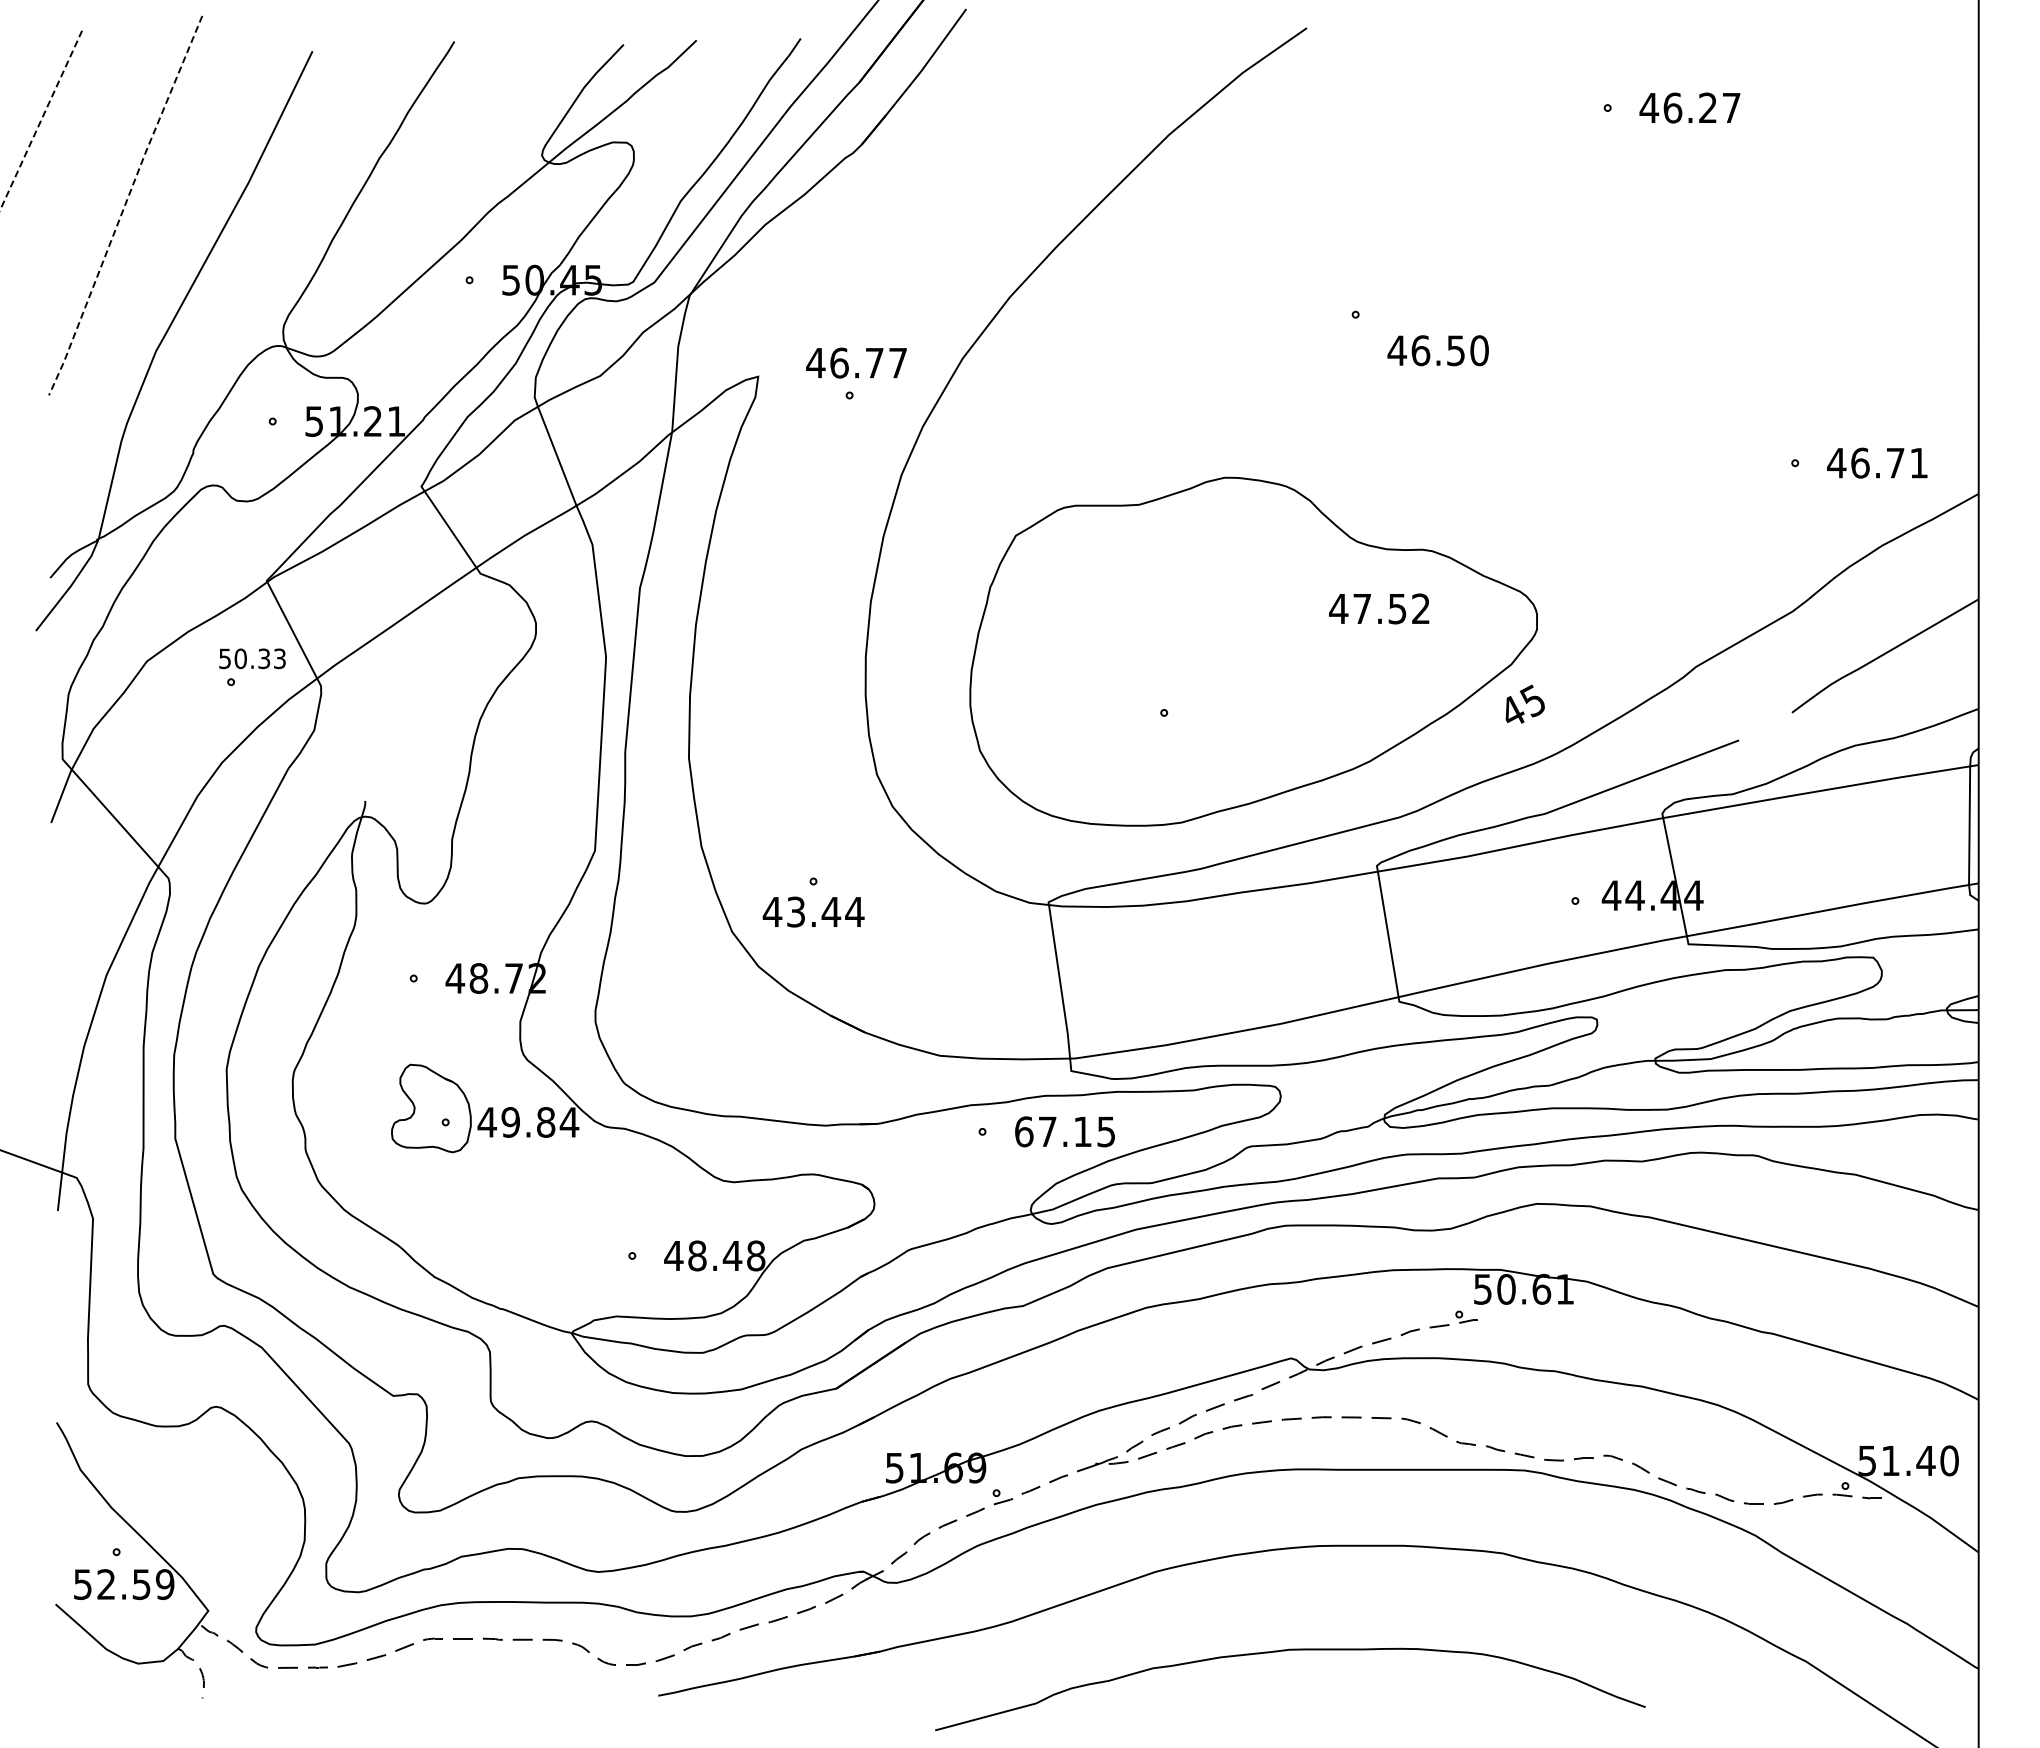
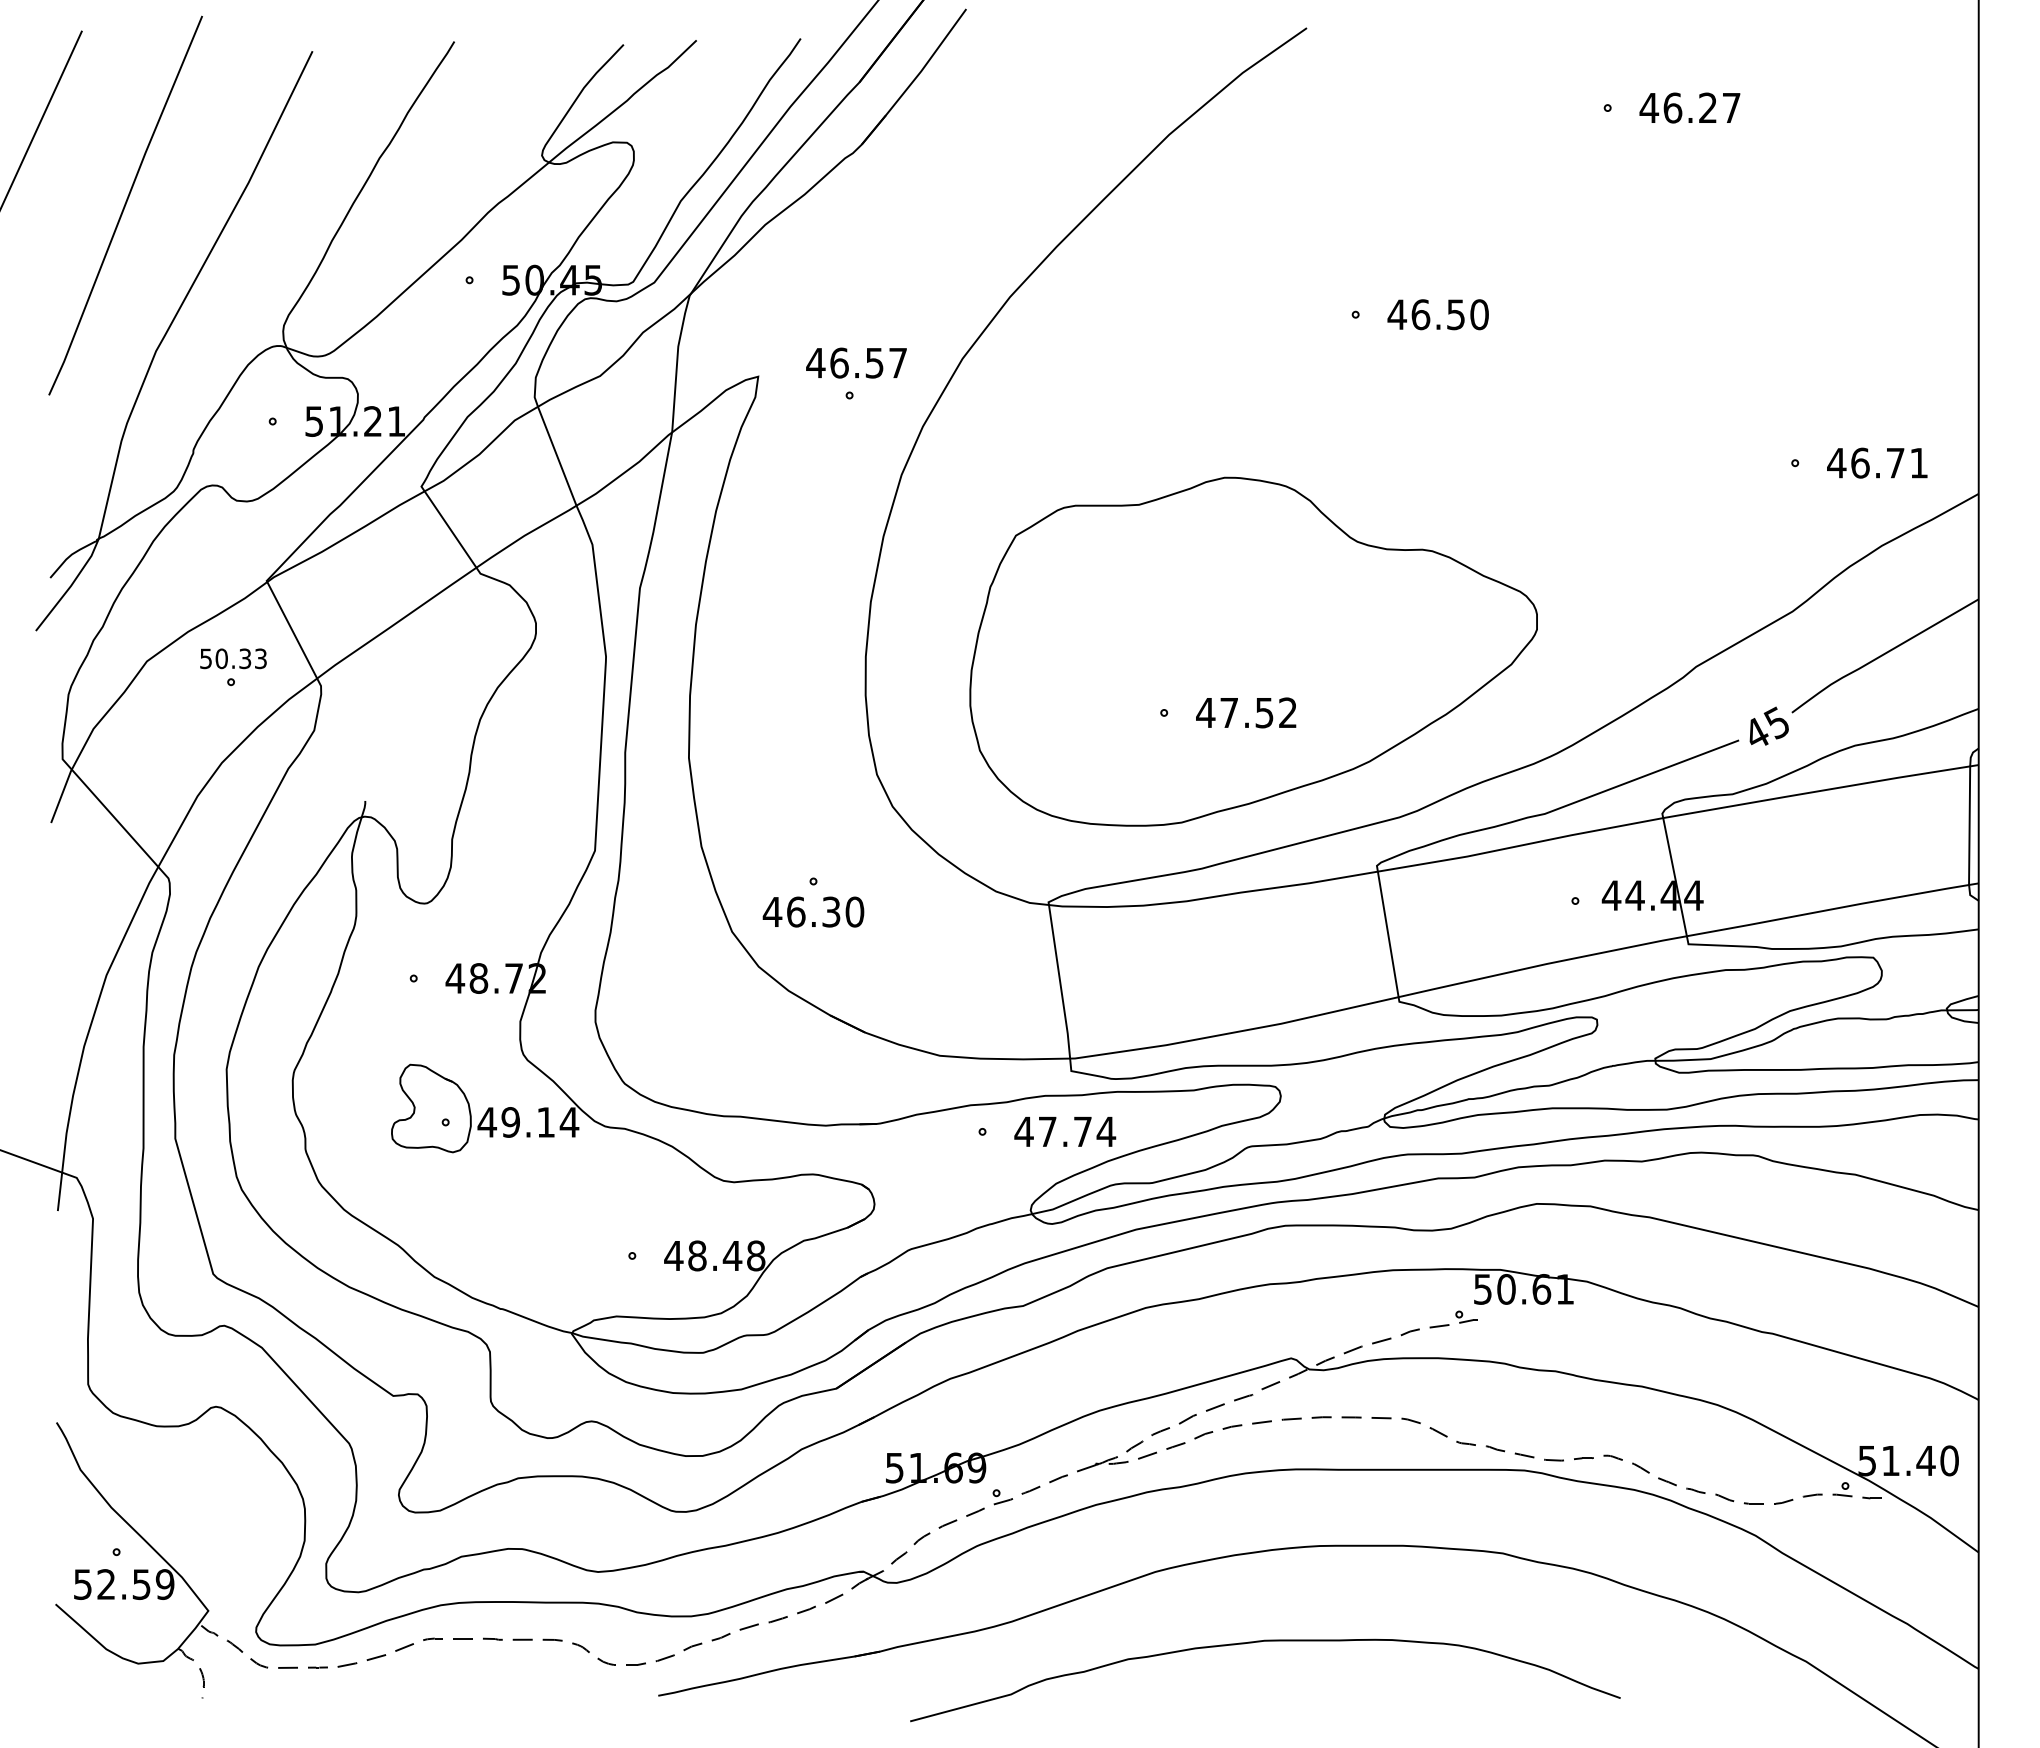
line at (41, 120): dashed -> solid
line at (125, 205): dashed -> solid
text at (1437, 350) position: (1437, 350) -> (1437, 314)
text at (874, 363): 46.77 -> 46.57
text at (1379, 608) position: (1379, 608) -> (1246, 712)
text at (252, 658) position: (252, 658) -> (233, 658)
text at (1524, 703) position: (1524, 703) -> (1768, 725)
text at (825, 911): 43.44 -> 46.30
text at (546, 1122): 49.84 -> 49.14
text at (1065, 1131): 67.15 -> 47.74
curve at (1285, 1651) position: (1285, 1651) -> (1260, 1642)
